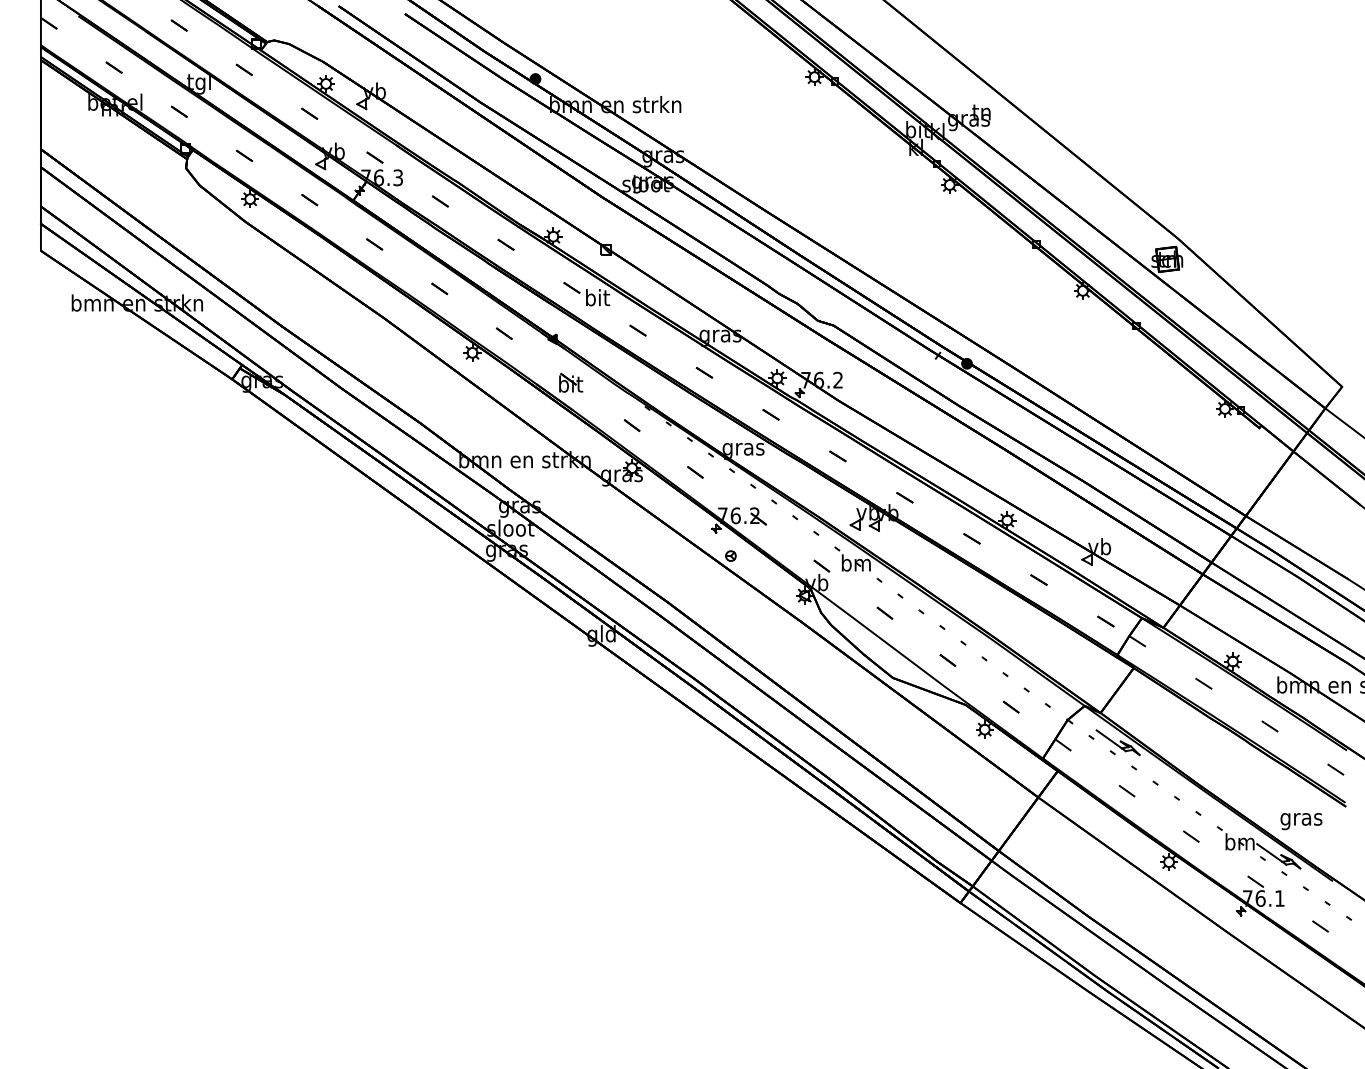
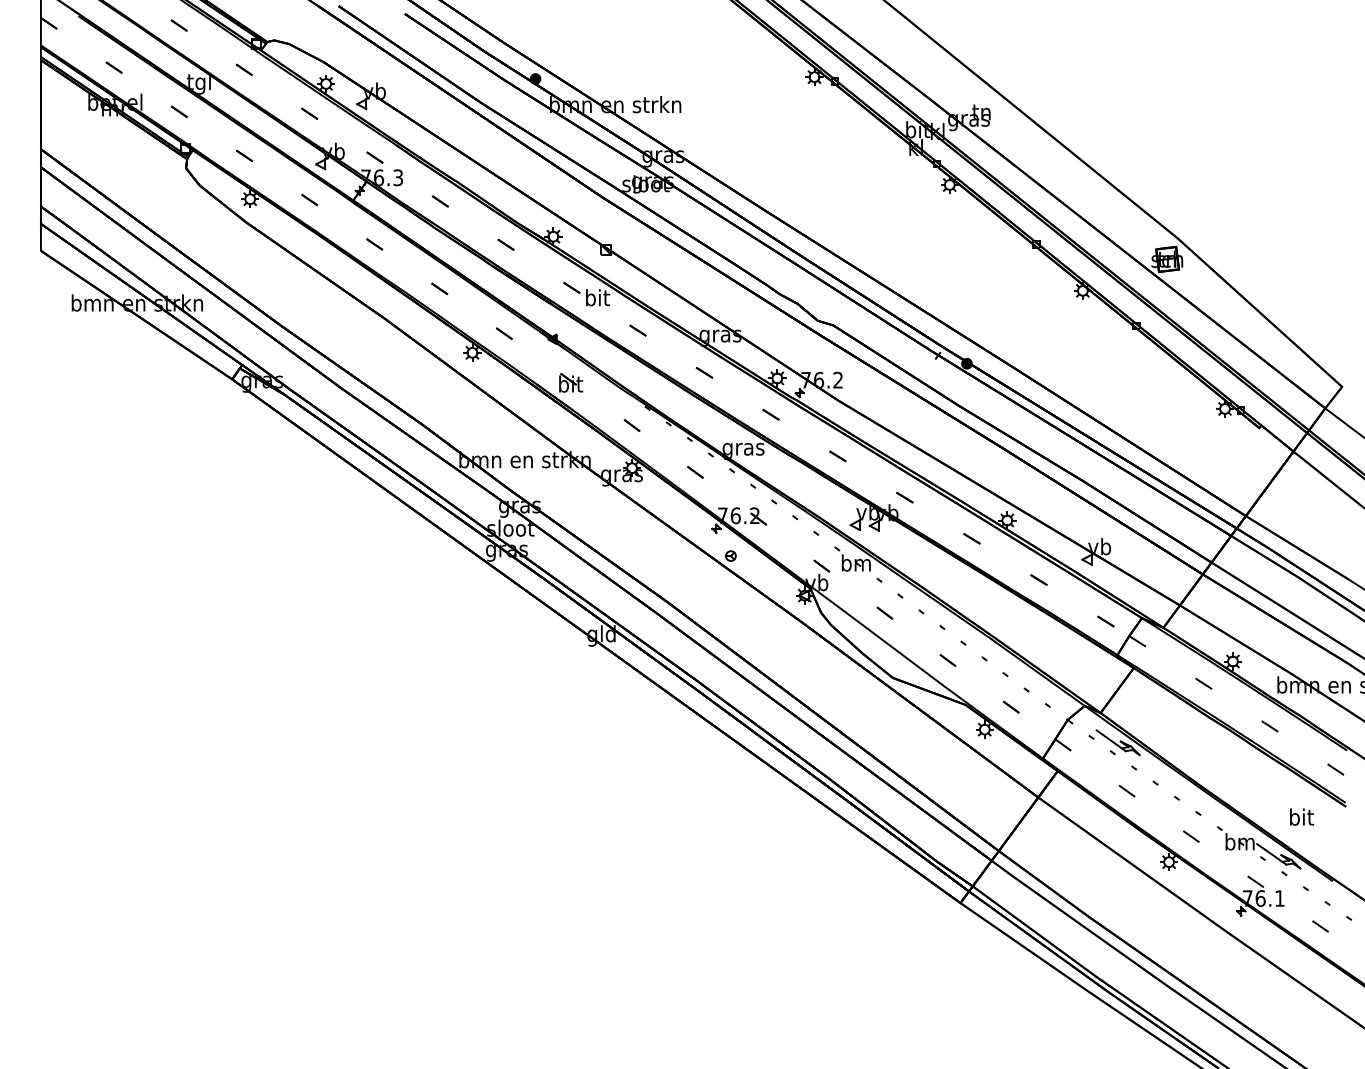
text at (1301, 819): gras -> bit
